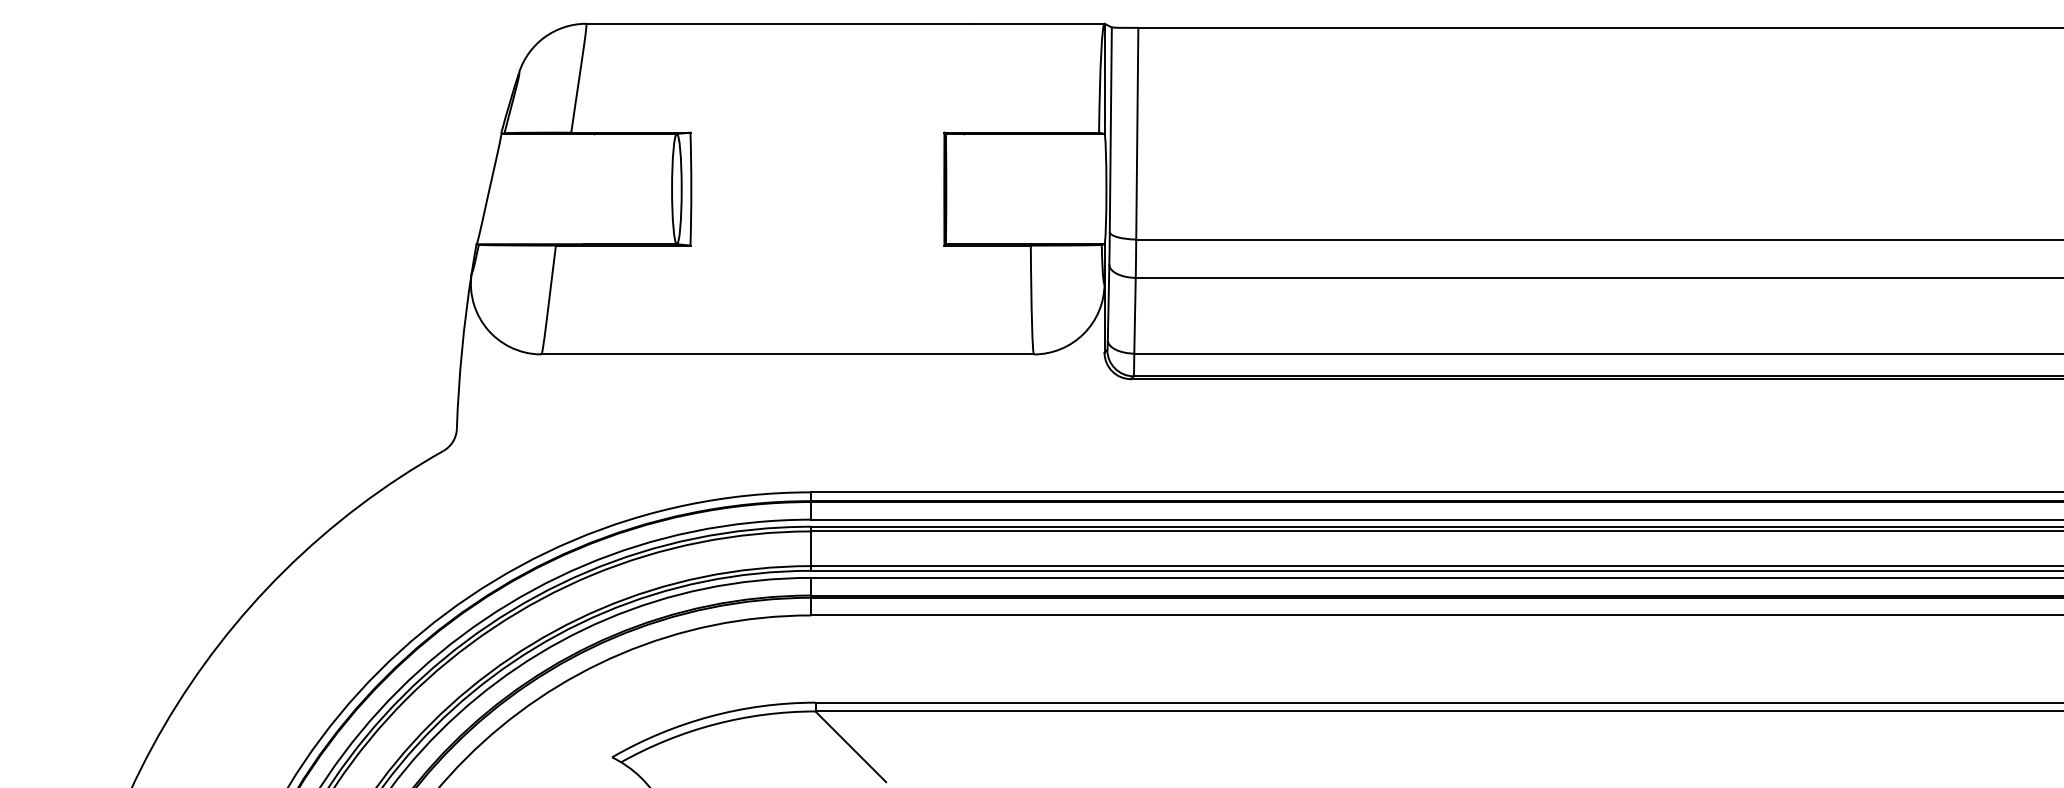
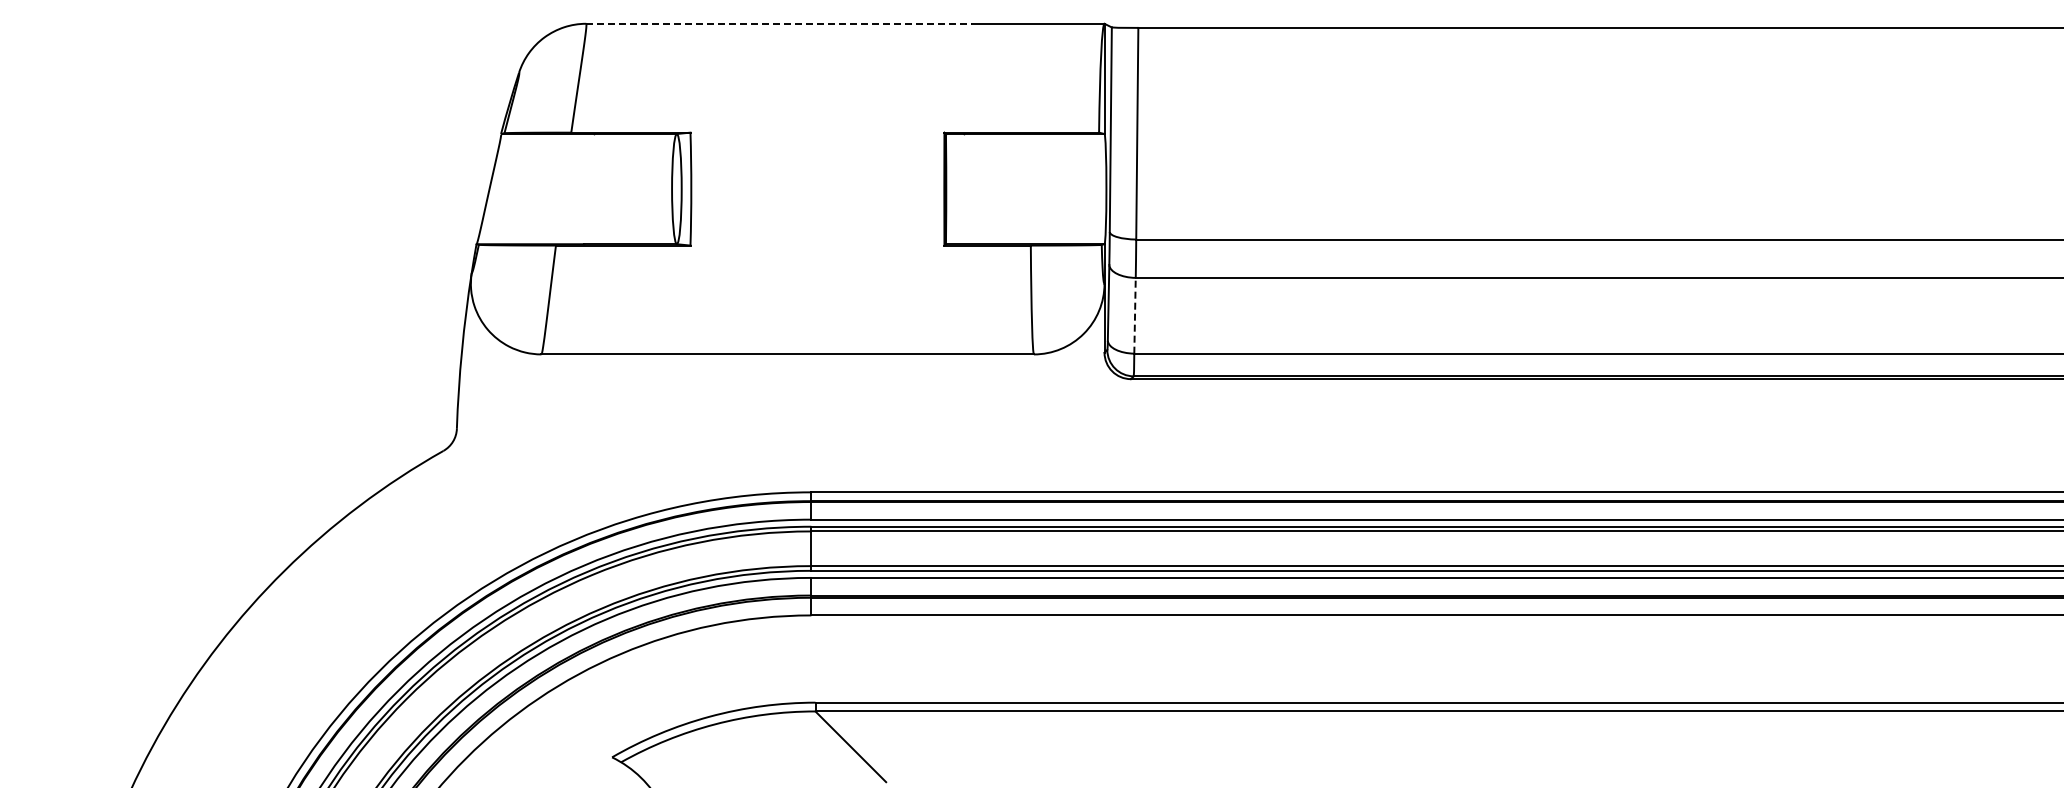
line at (779, 23): solid -> dashed
line at (1135, 315): solid -> dashed
